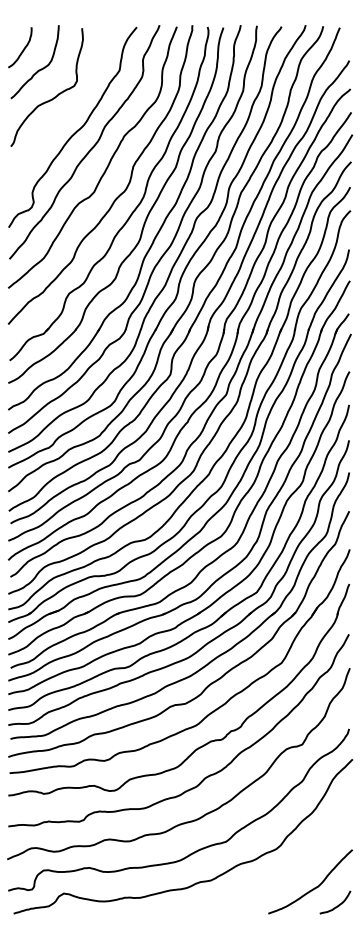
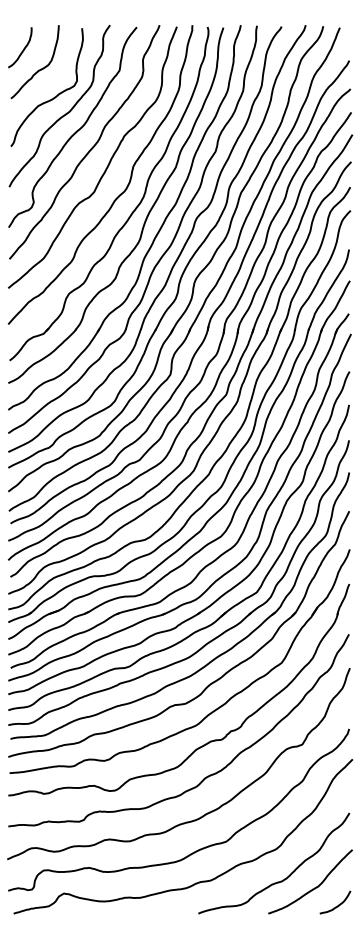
curve at (66, 112): none -> present
curve at (284, 878): none -> present
